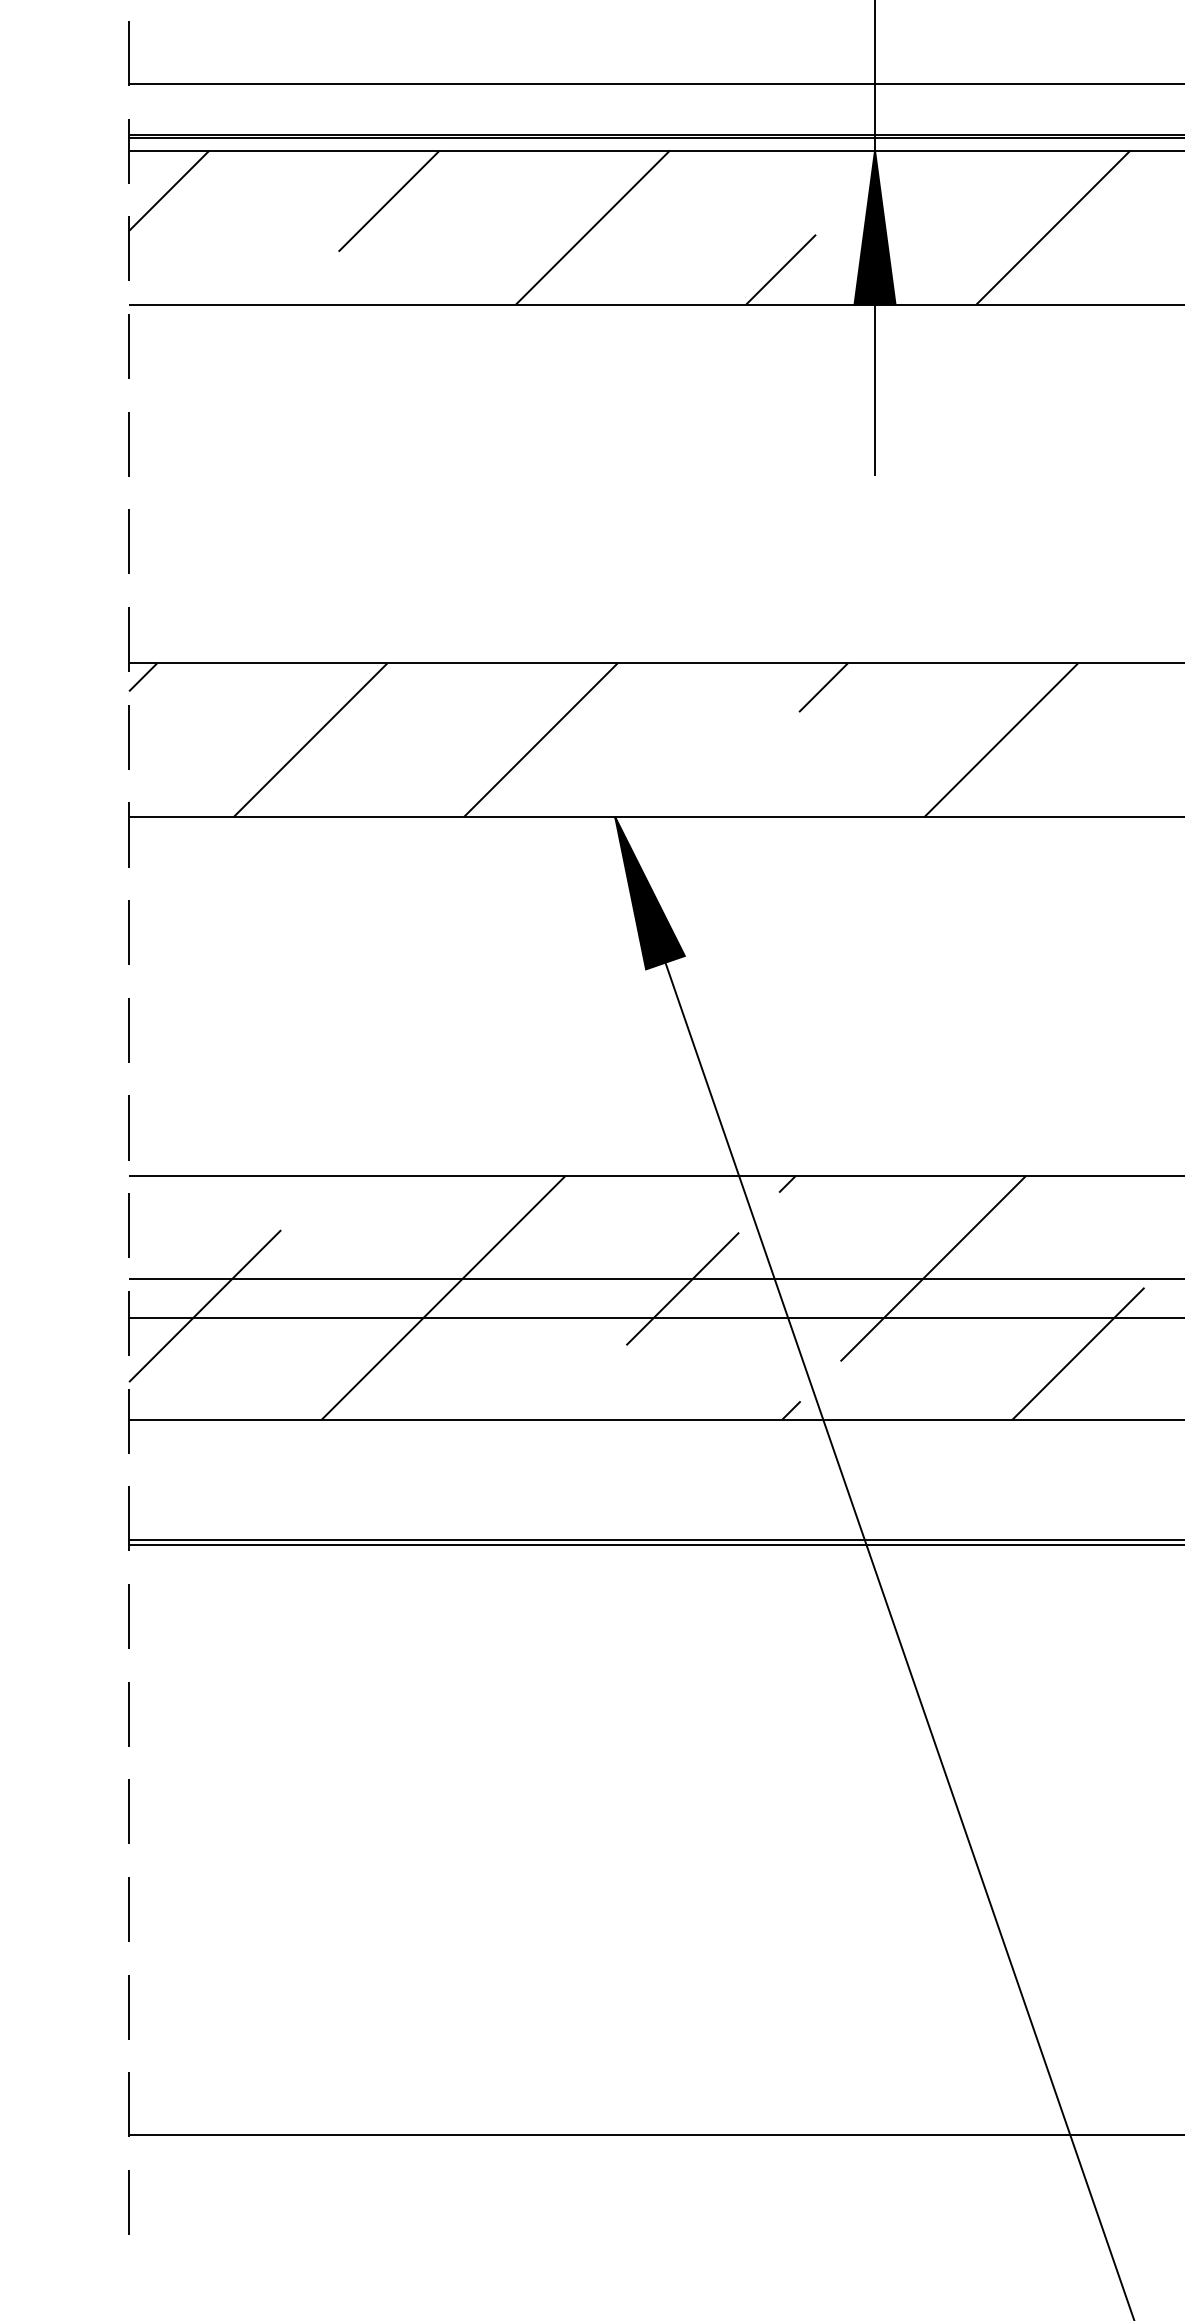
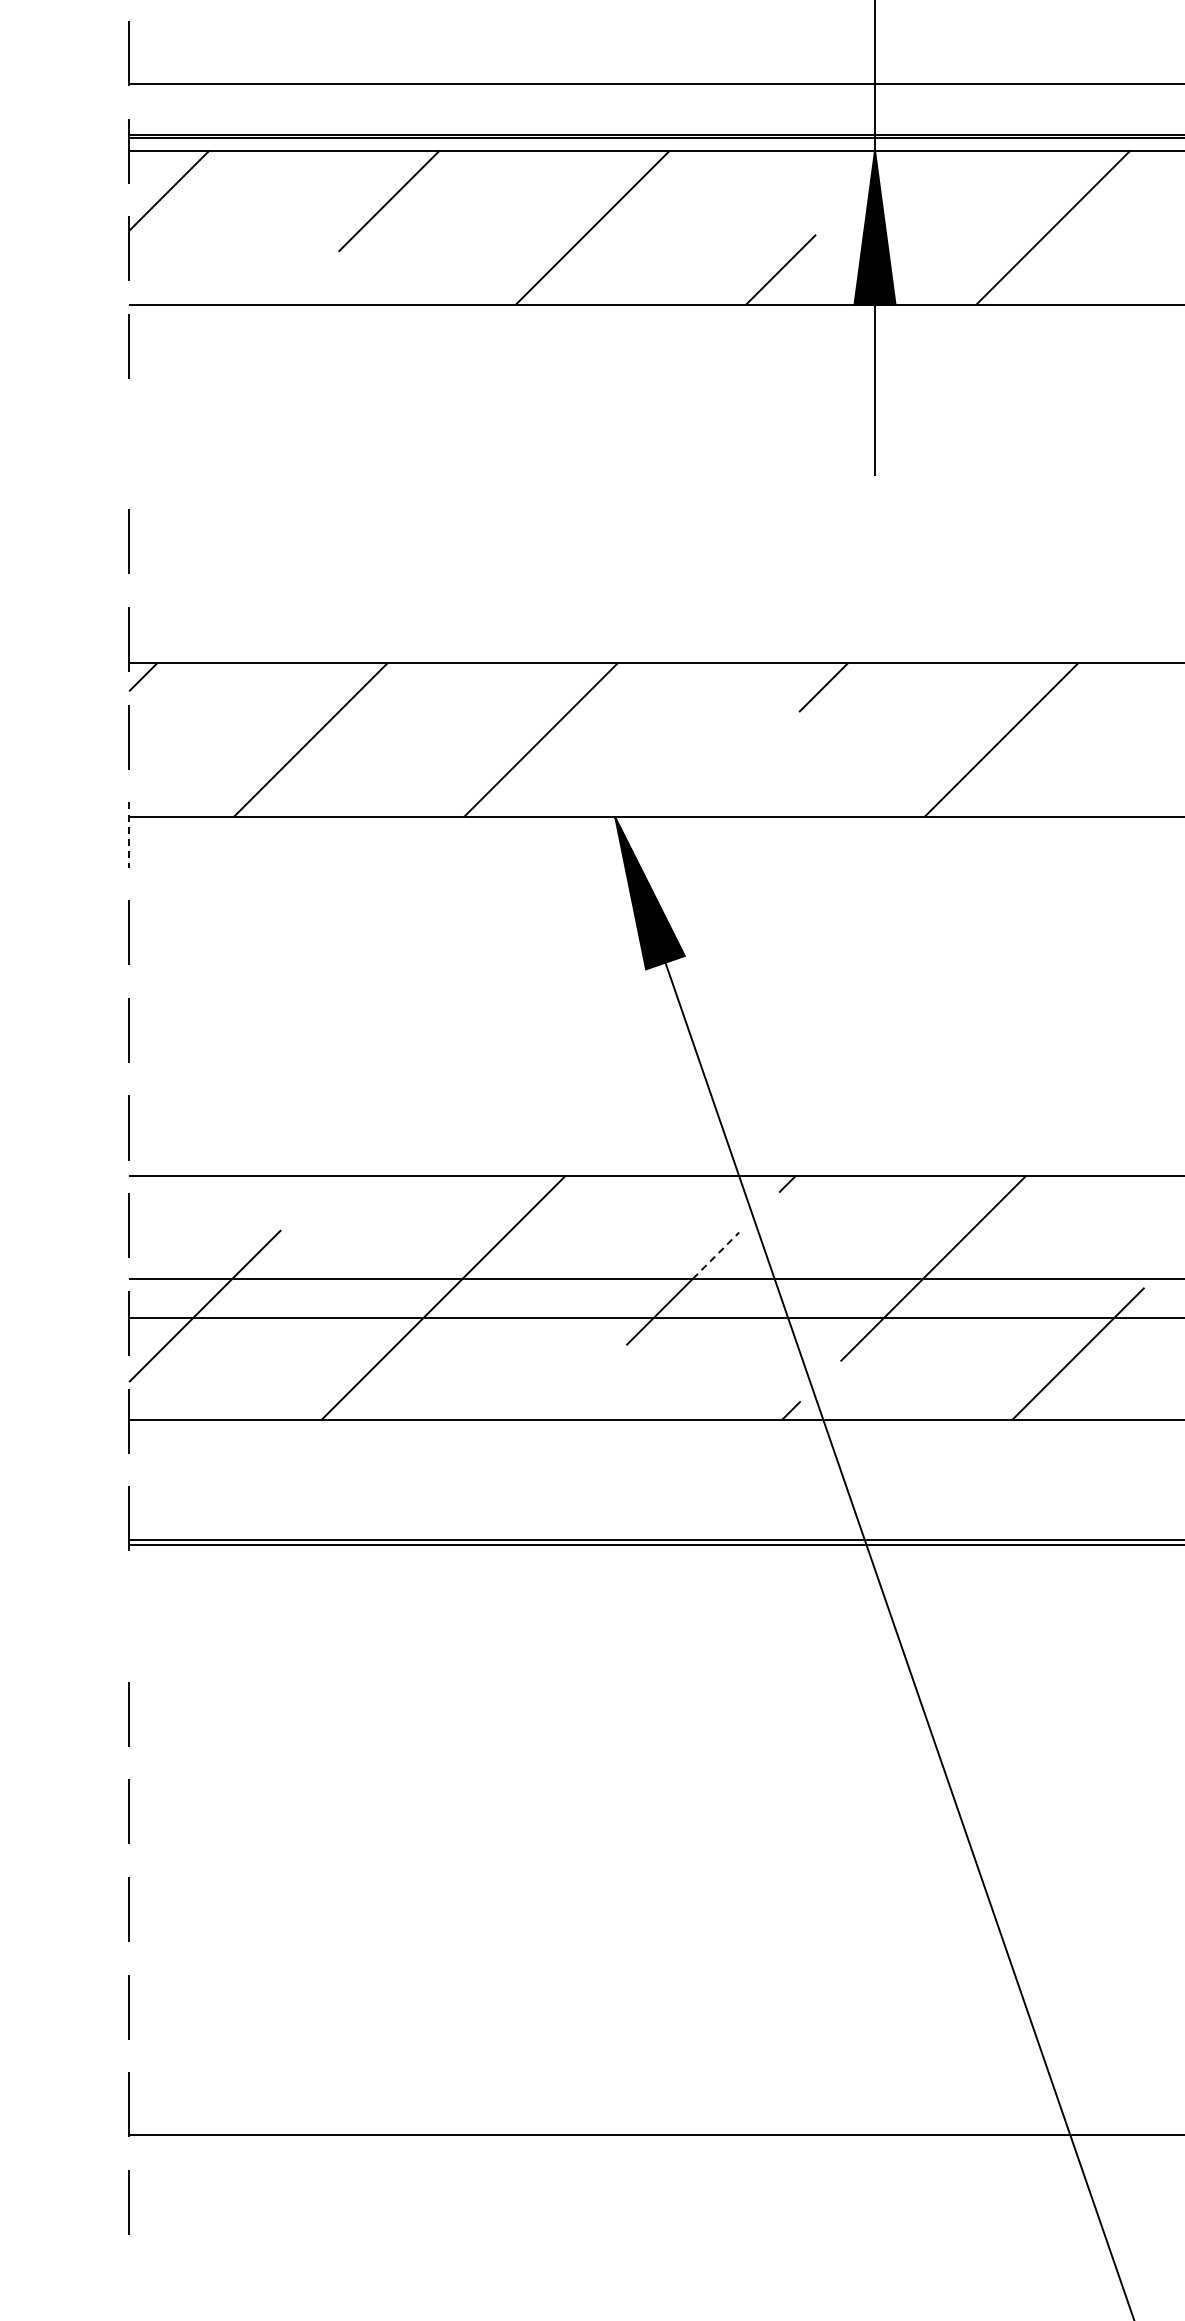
line at (128, 444): present -> none
line at (129, 834): solid -> dashed
line at (716, 1255): solid -> dashed
line at (128, 1616): present -> none
